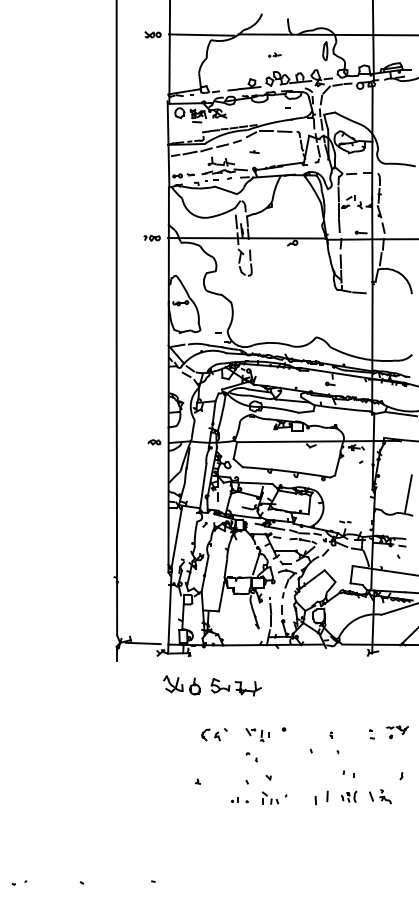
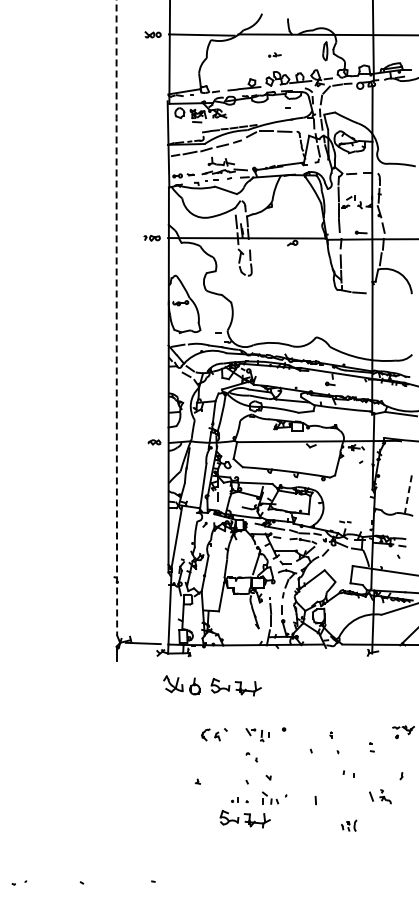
part at (254, 151): present -> none
arc at (116, 318): solid -> dashed
line at (408, 494): solid -> dashed
part at (397, 732) position: (397, 732) -> (403, 732)
part at (371, 734) position: (371, 734) -> (371, 747)
line at (327, 796): present -> none
part at (349, 796) position: (349, 796) -> (349, 825)
part at (244, 819): none -> present
